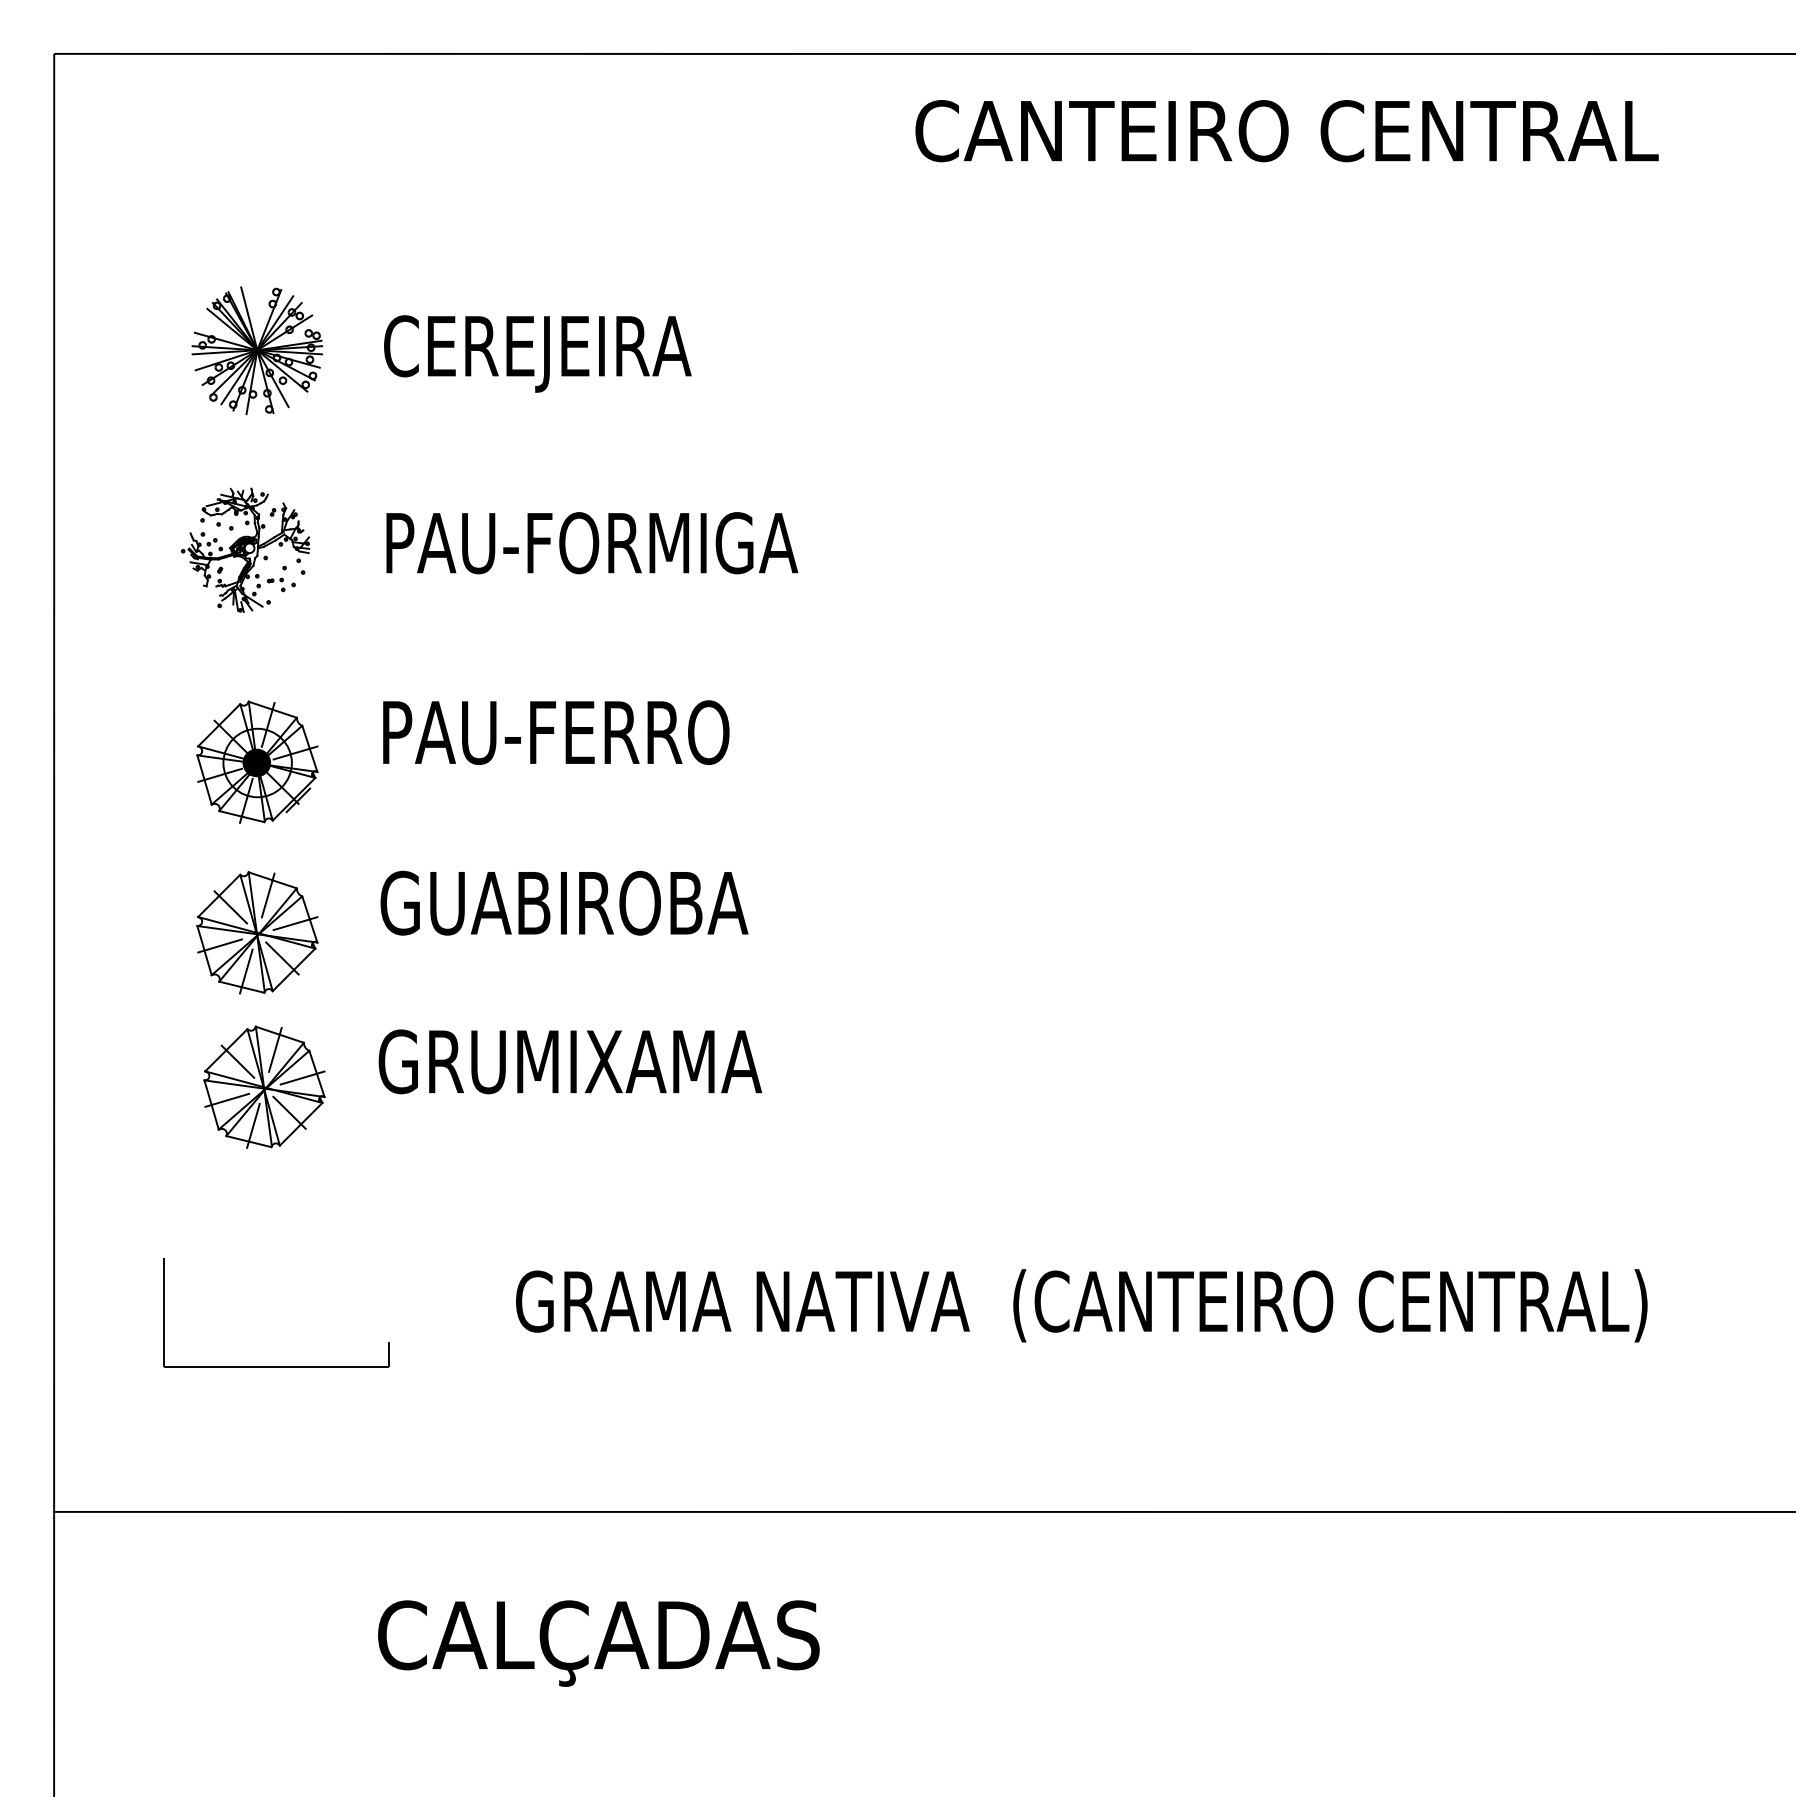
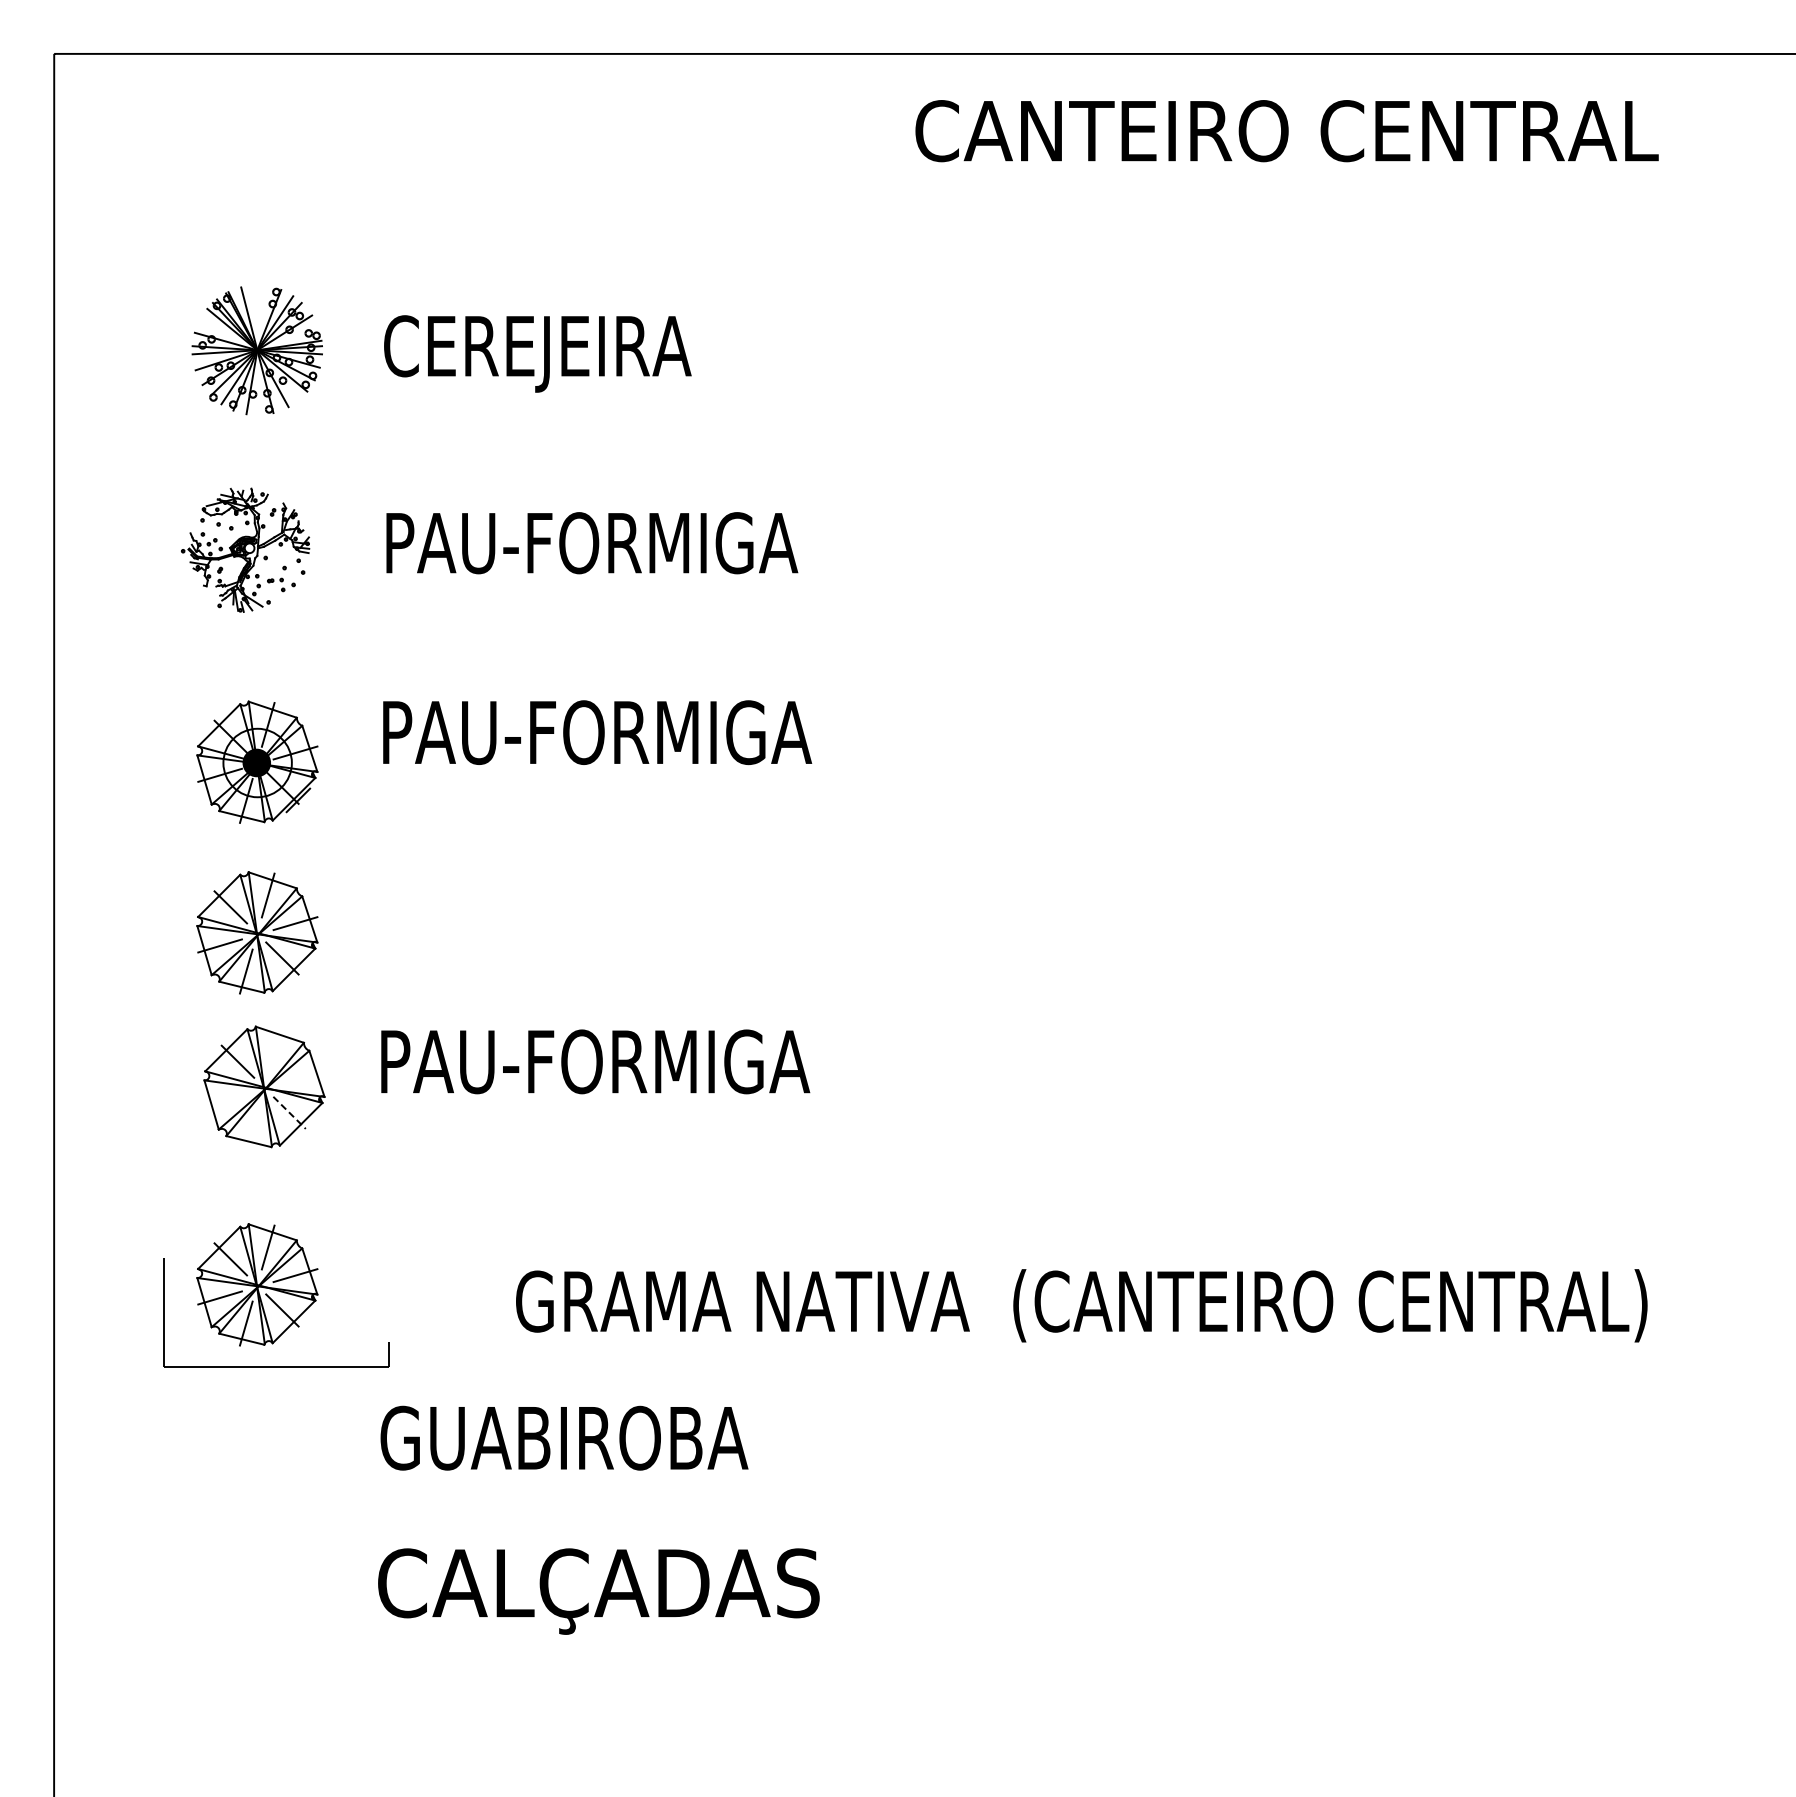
text at (687, 732): PAU-FERRO -> PAU-FORMIGA
text at (564, 902) position: (564, 902) -> (564, 1437)
line at (275, 1049): present -> none
text at (594, 1061): GRUMIXAMA -> PAU-FORMIGA
line at (302, 1077): present -> none
line at (227, 1099): present -> none
line at (289, 1112): solid -> dashed
line at (253, 1125): present -> none
part at (257, 1284): none -> present
line at (923, 1511): present -> none
text at (598, 1643) position: (598, 1643) -> (598, 1591)
